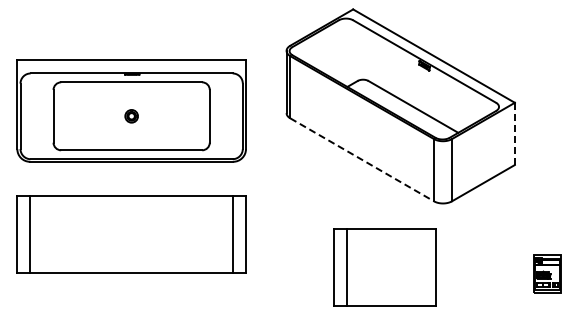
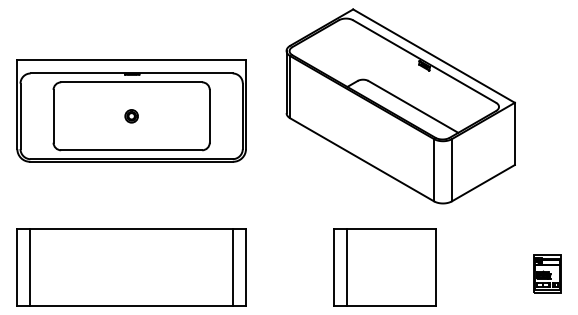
line at (514, 133): dashed -> solid
line at (362, 159): dashed -> solid
part at (131, 234) position: (131, 234) -> (131, 267)
